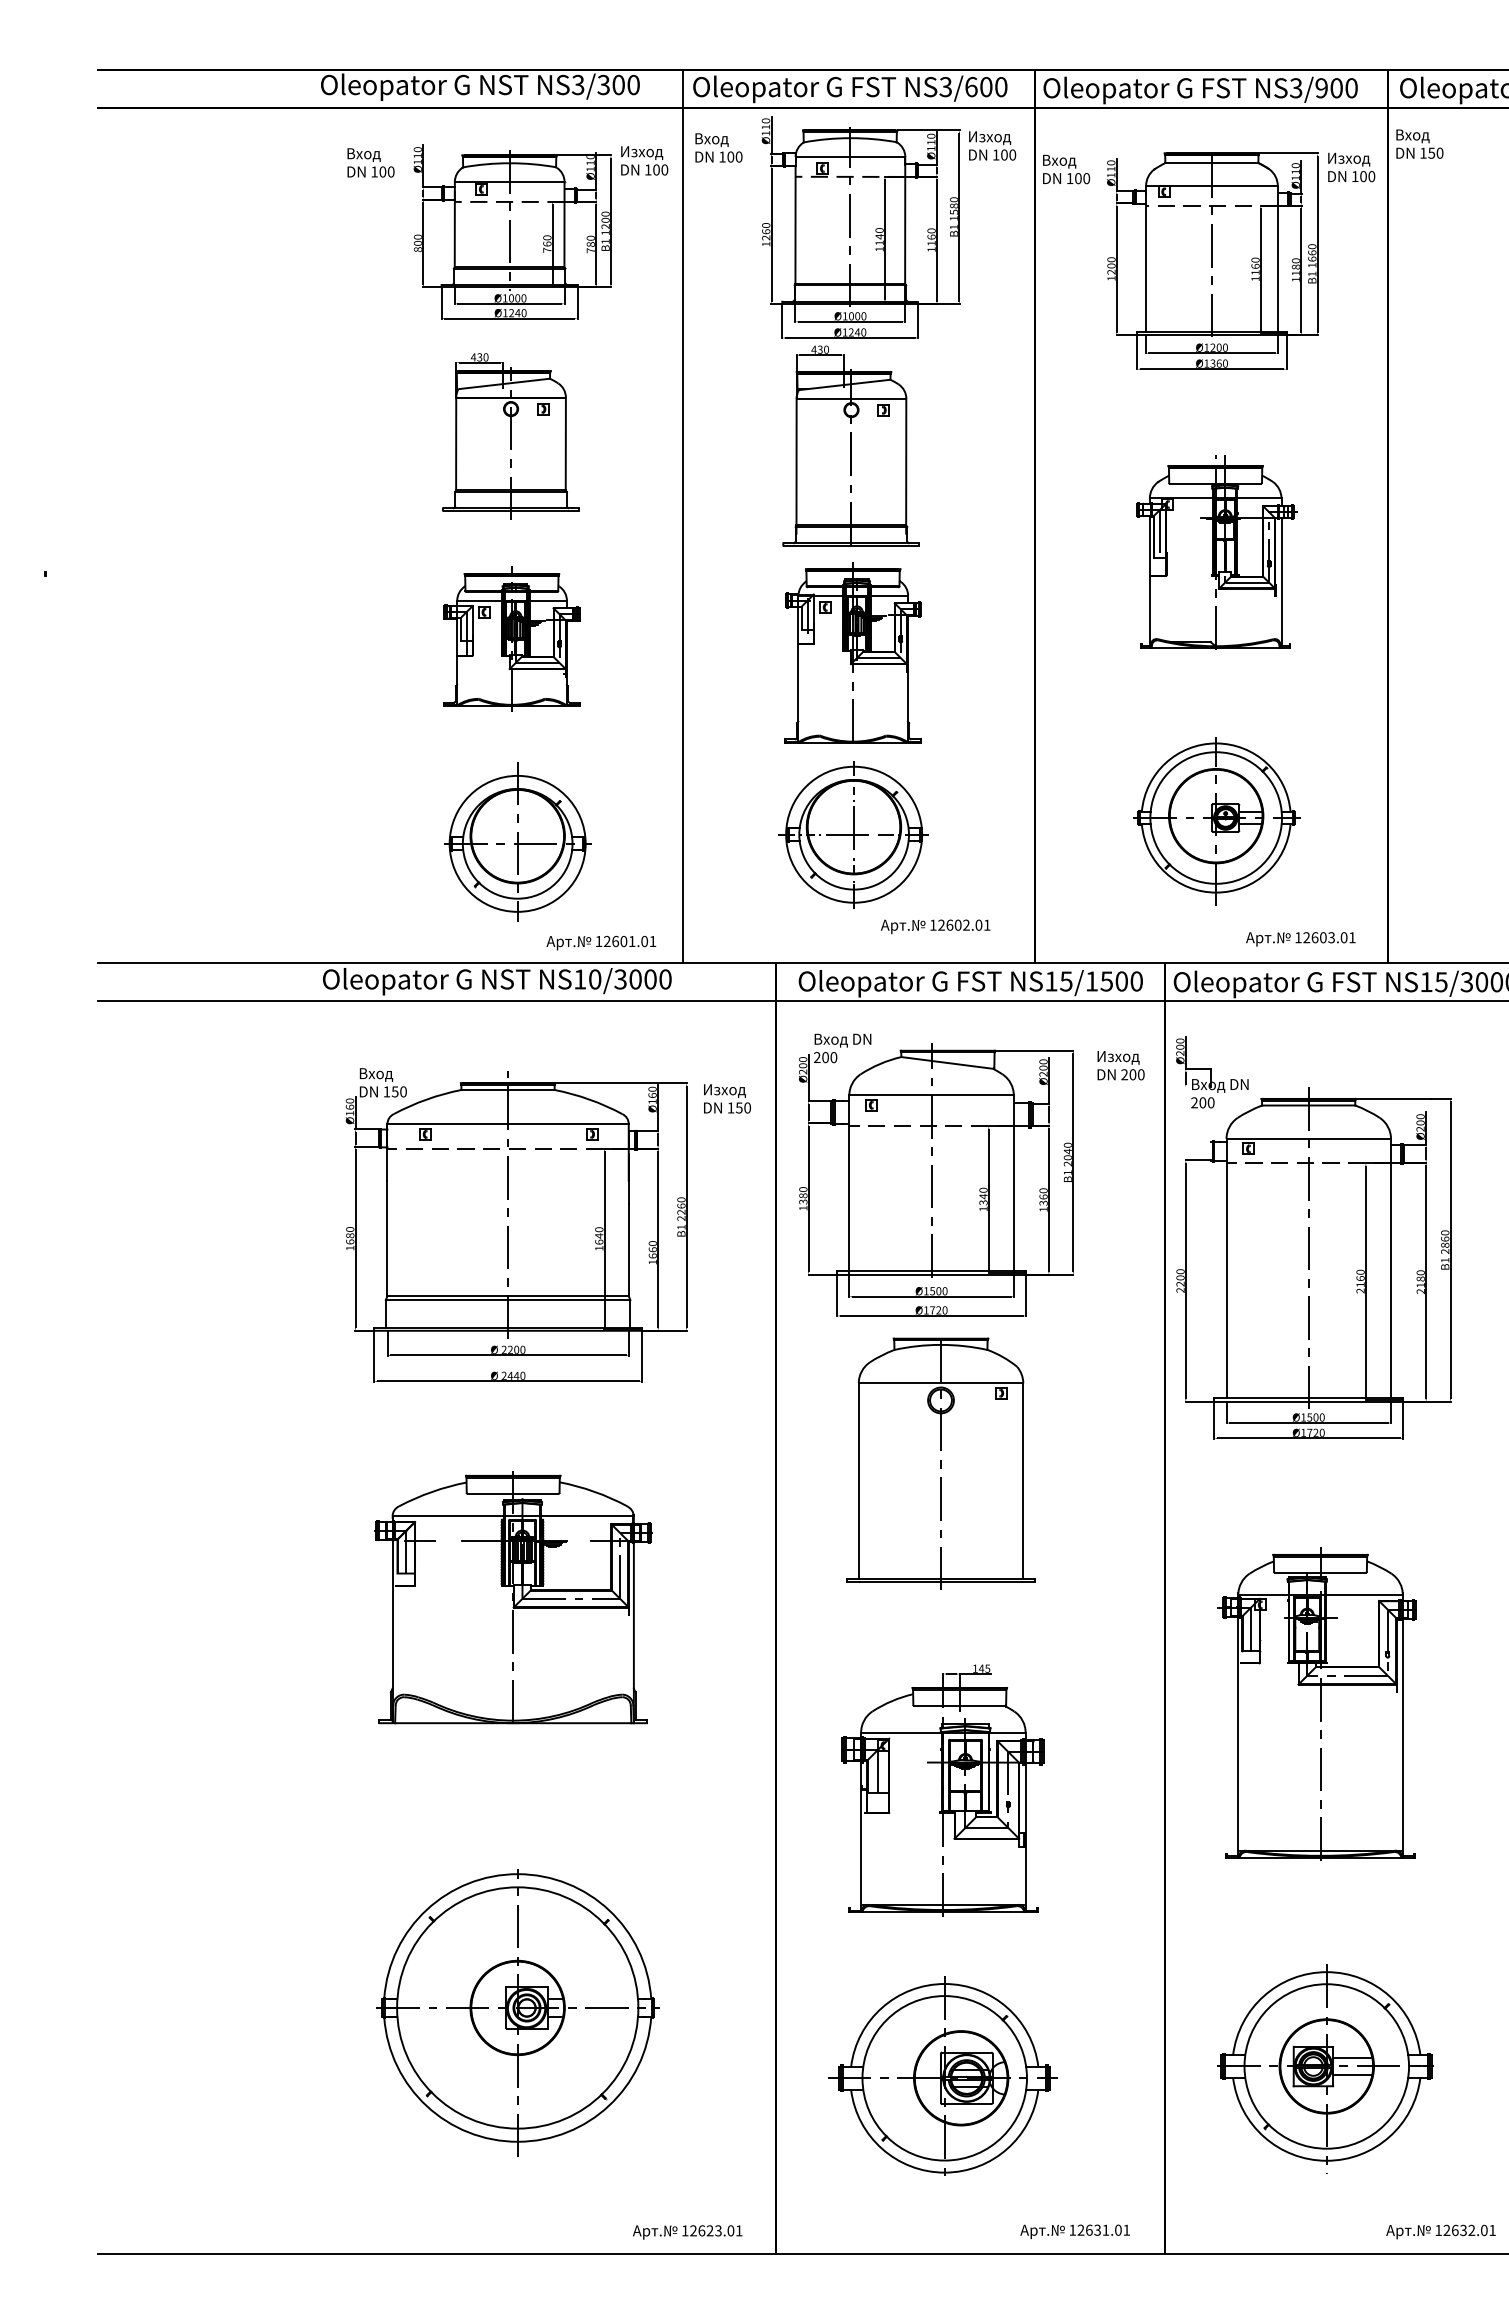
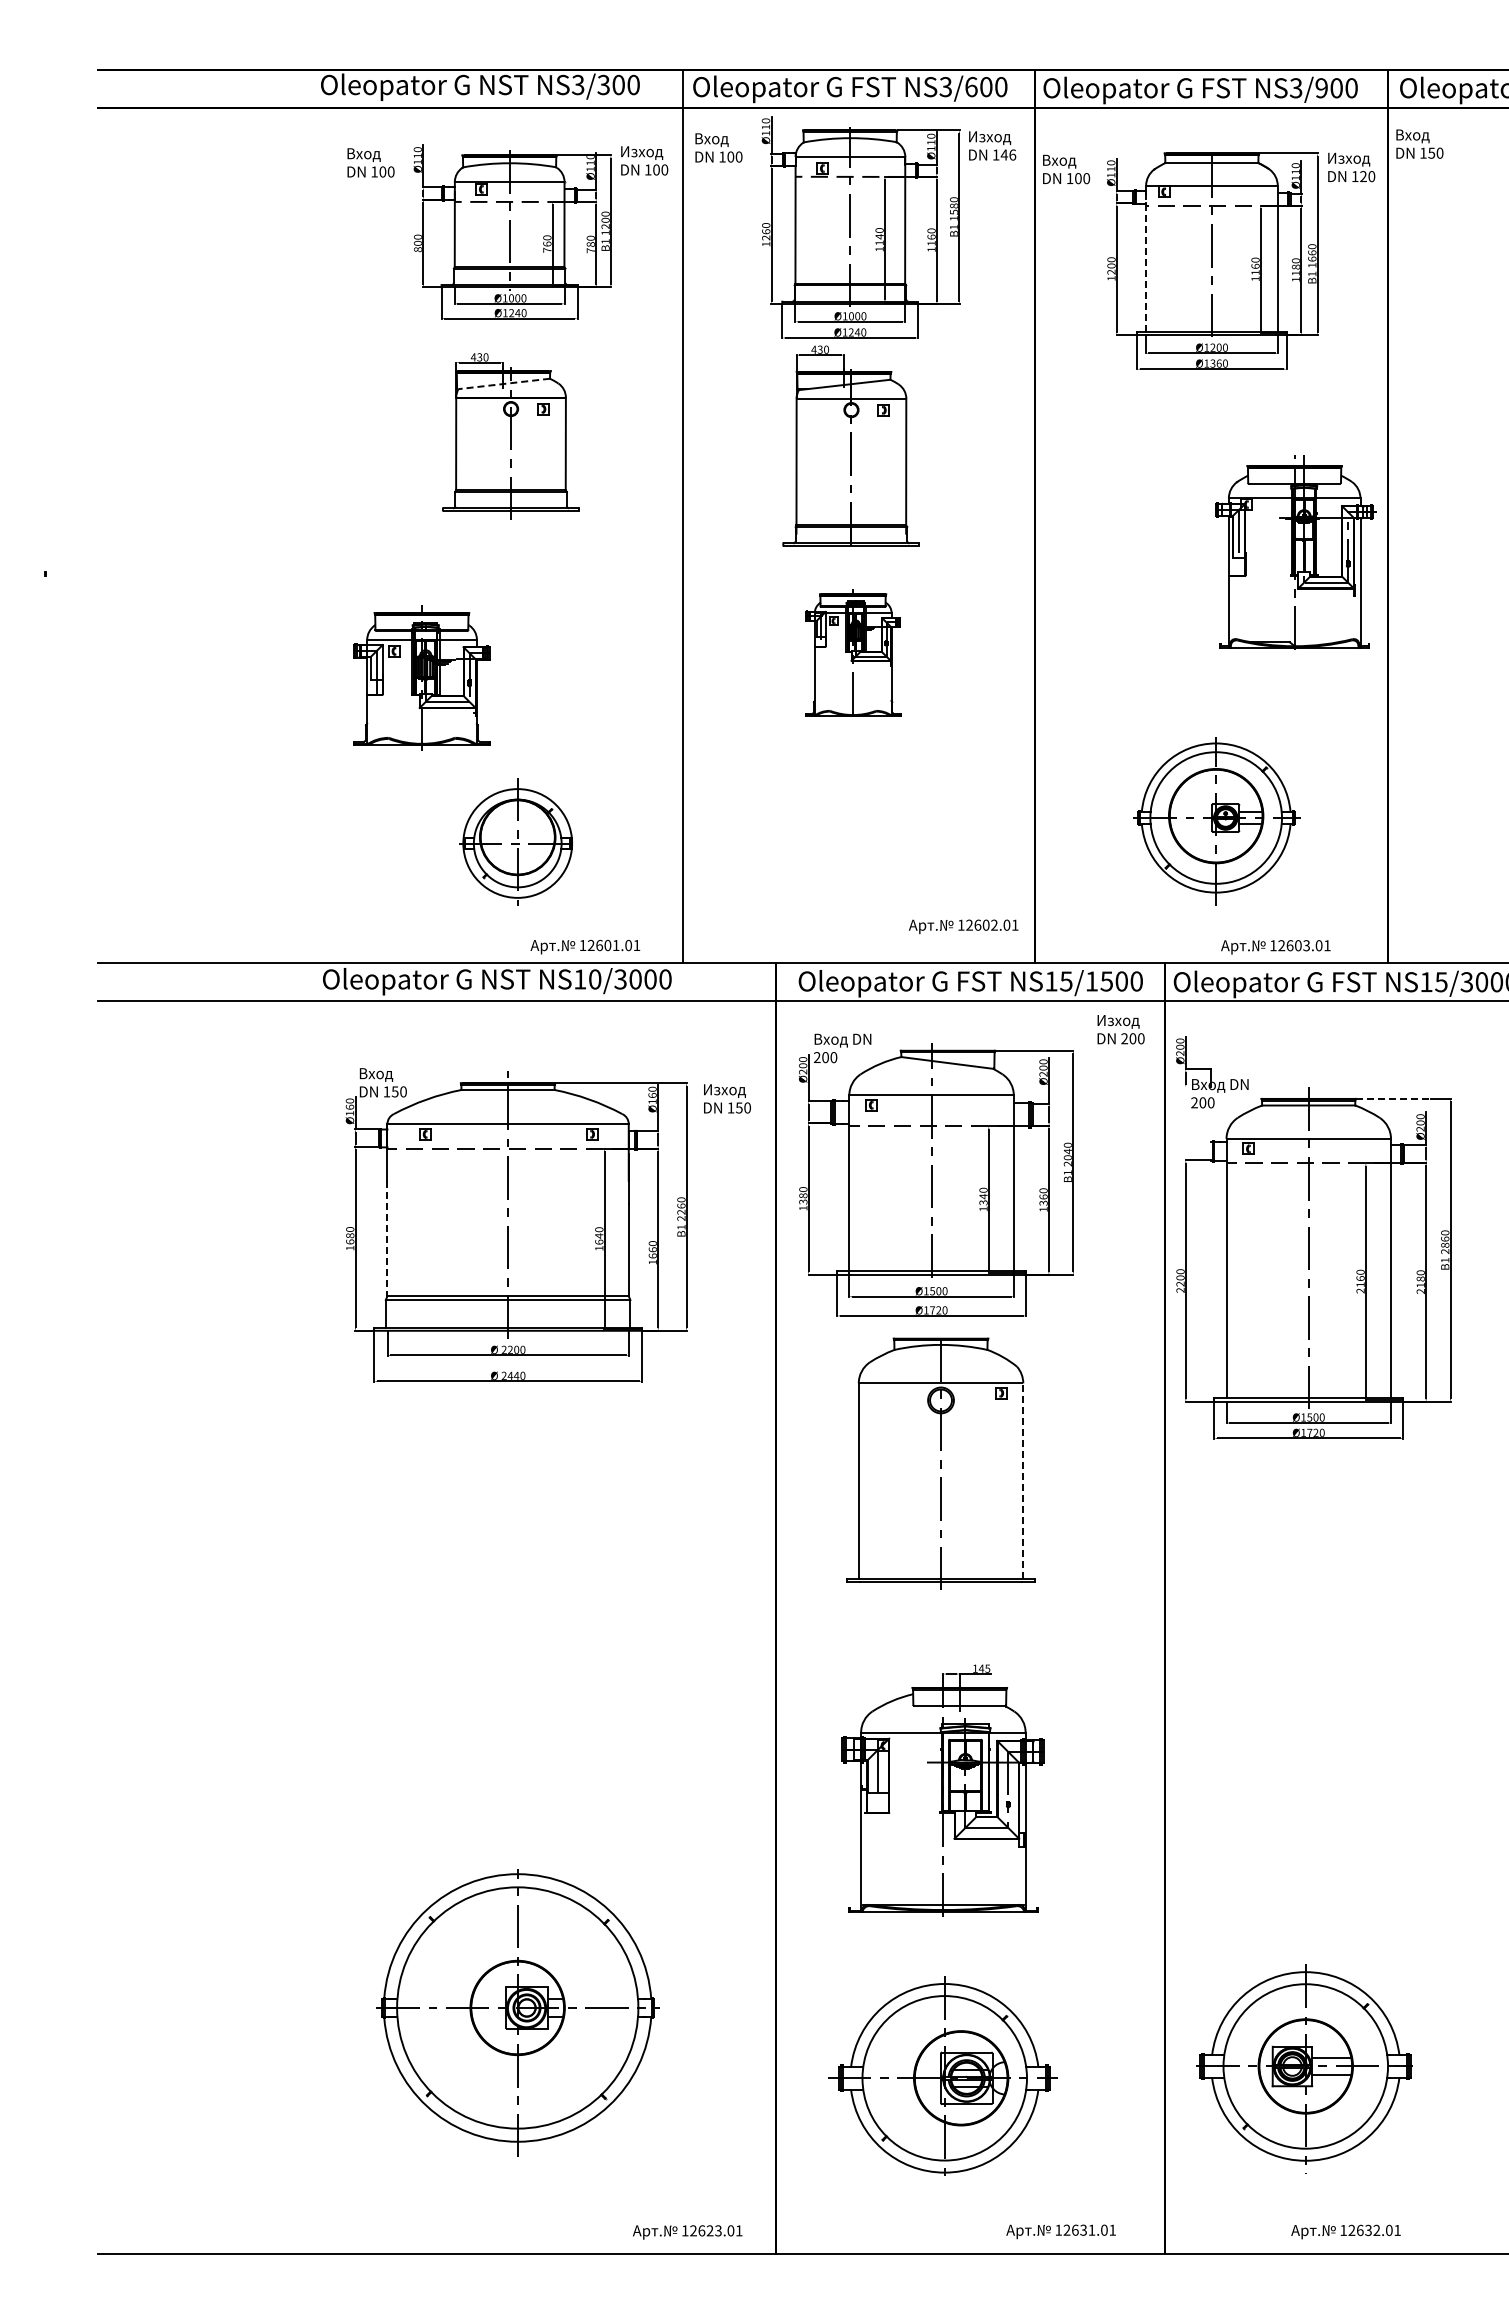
text at (1008, 154): 100 -> 146
text at (1363, 176): 100 -> 120
line at (1146, 262): solid -> dashed
line at (503, 384): solid -> dashed
part at (1216, 552) position: (1216, 552) -> (1295, 552)
part at (511, 638) position: (511, 638) -> (421, 677)
part at (852, 652) size: 138x182 px -> 97x128 px
part at (853, 834): present -> none
part at (517, 841) size: 148x160 px -> 114x128 px
text at (935, 926) position: (935, 926) -> (963, 926)
text at (1300, 939) position: (1300, 939) -> (1275, 947)
text at (601, 942) position: (601, 942) -> (585, 946)
text at (1120, 1065) position: (1120, 1065) -> (1120, 1029)
line at (1393, 1098): solid -> dashed
line at (387, 1239): solid -> dashed
line at (1023, 1481): solid -> dashed
part at (513, 1597): present -> none
part at (1316, 1703): present -> none
part at (1325, 2068) position: (1325, 2068) -> (1304, 2068)
text at (1074, 2231) position: (1074, 2231) -> (1060, 2231)
text at (1440, 2231) position: (1440, 2231) -> (1345, 2231)
